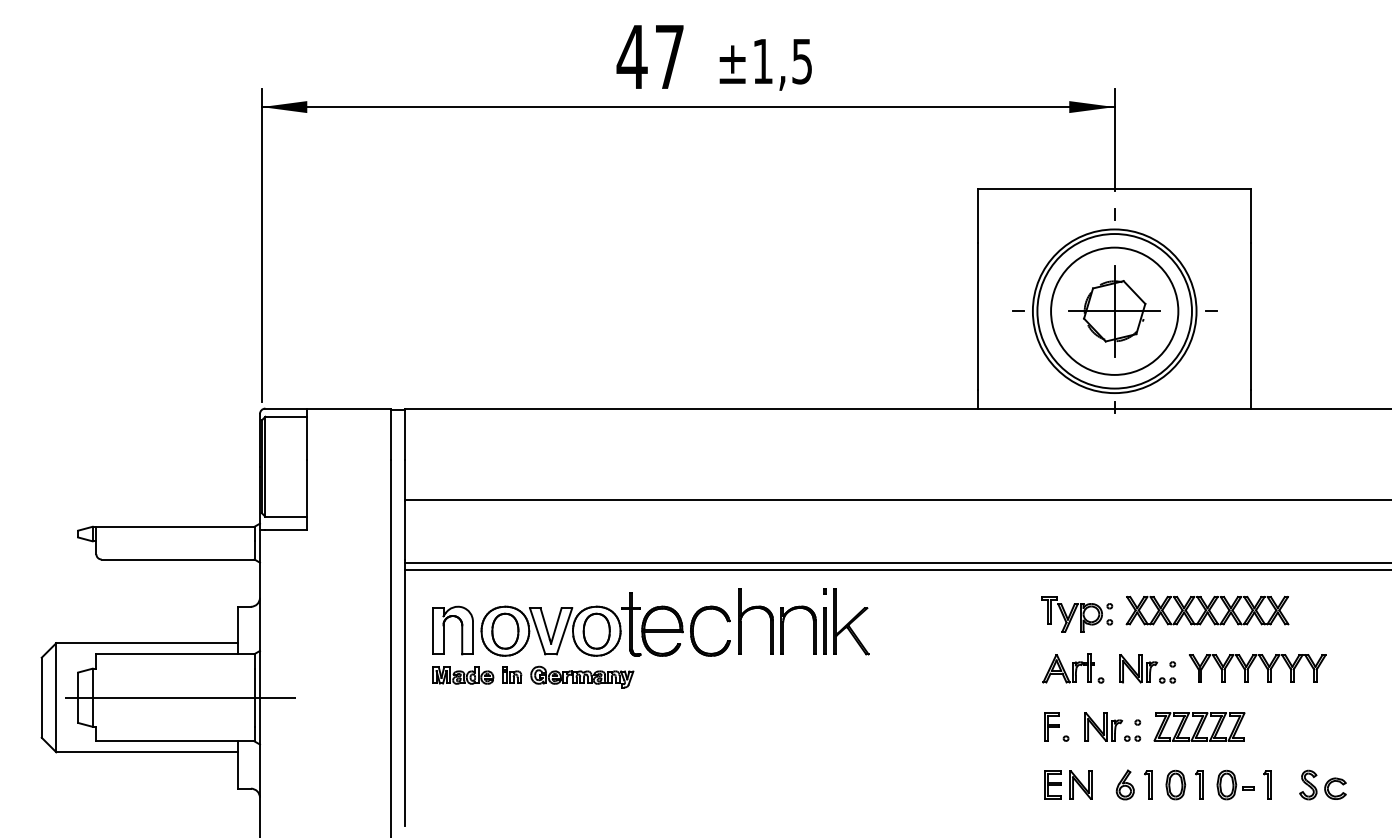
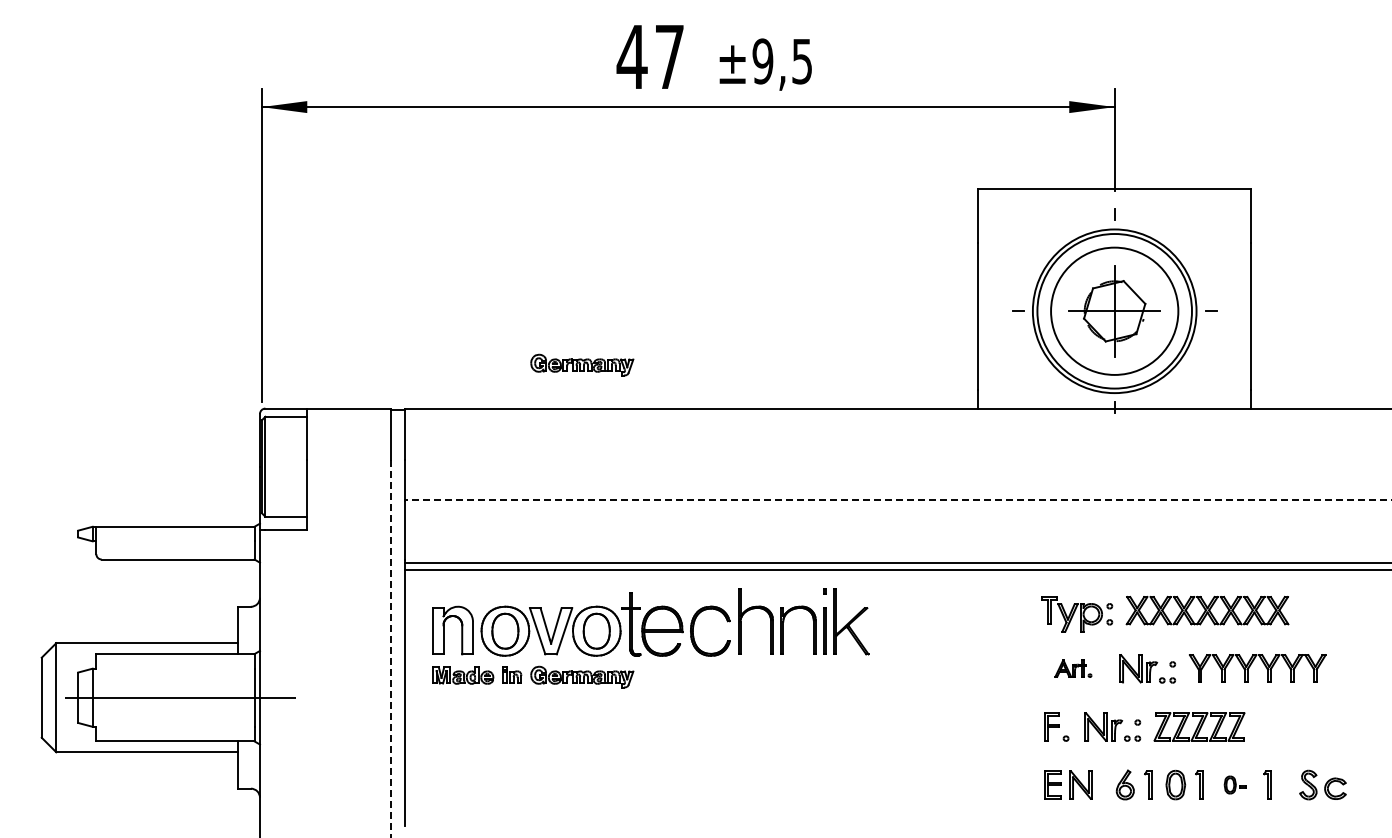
text at (762, 61): ±1,5 -> ±9,5
part at (582, 364): none -> present
line at (898, 499): solid -> dashed
line at (390, 648): solid -> dashed
part at (1073, 668) size: 63x31 px -> 39x19 px
part at (1235, 784) size: 39x32 px -> 24x20 px
